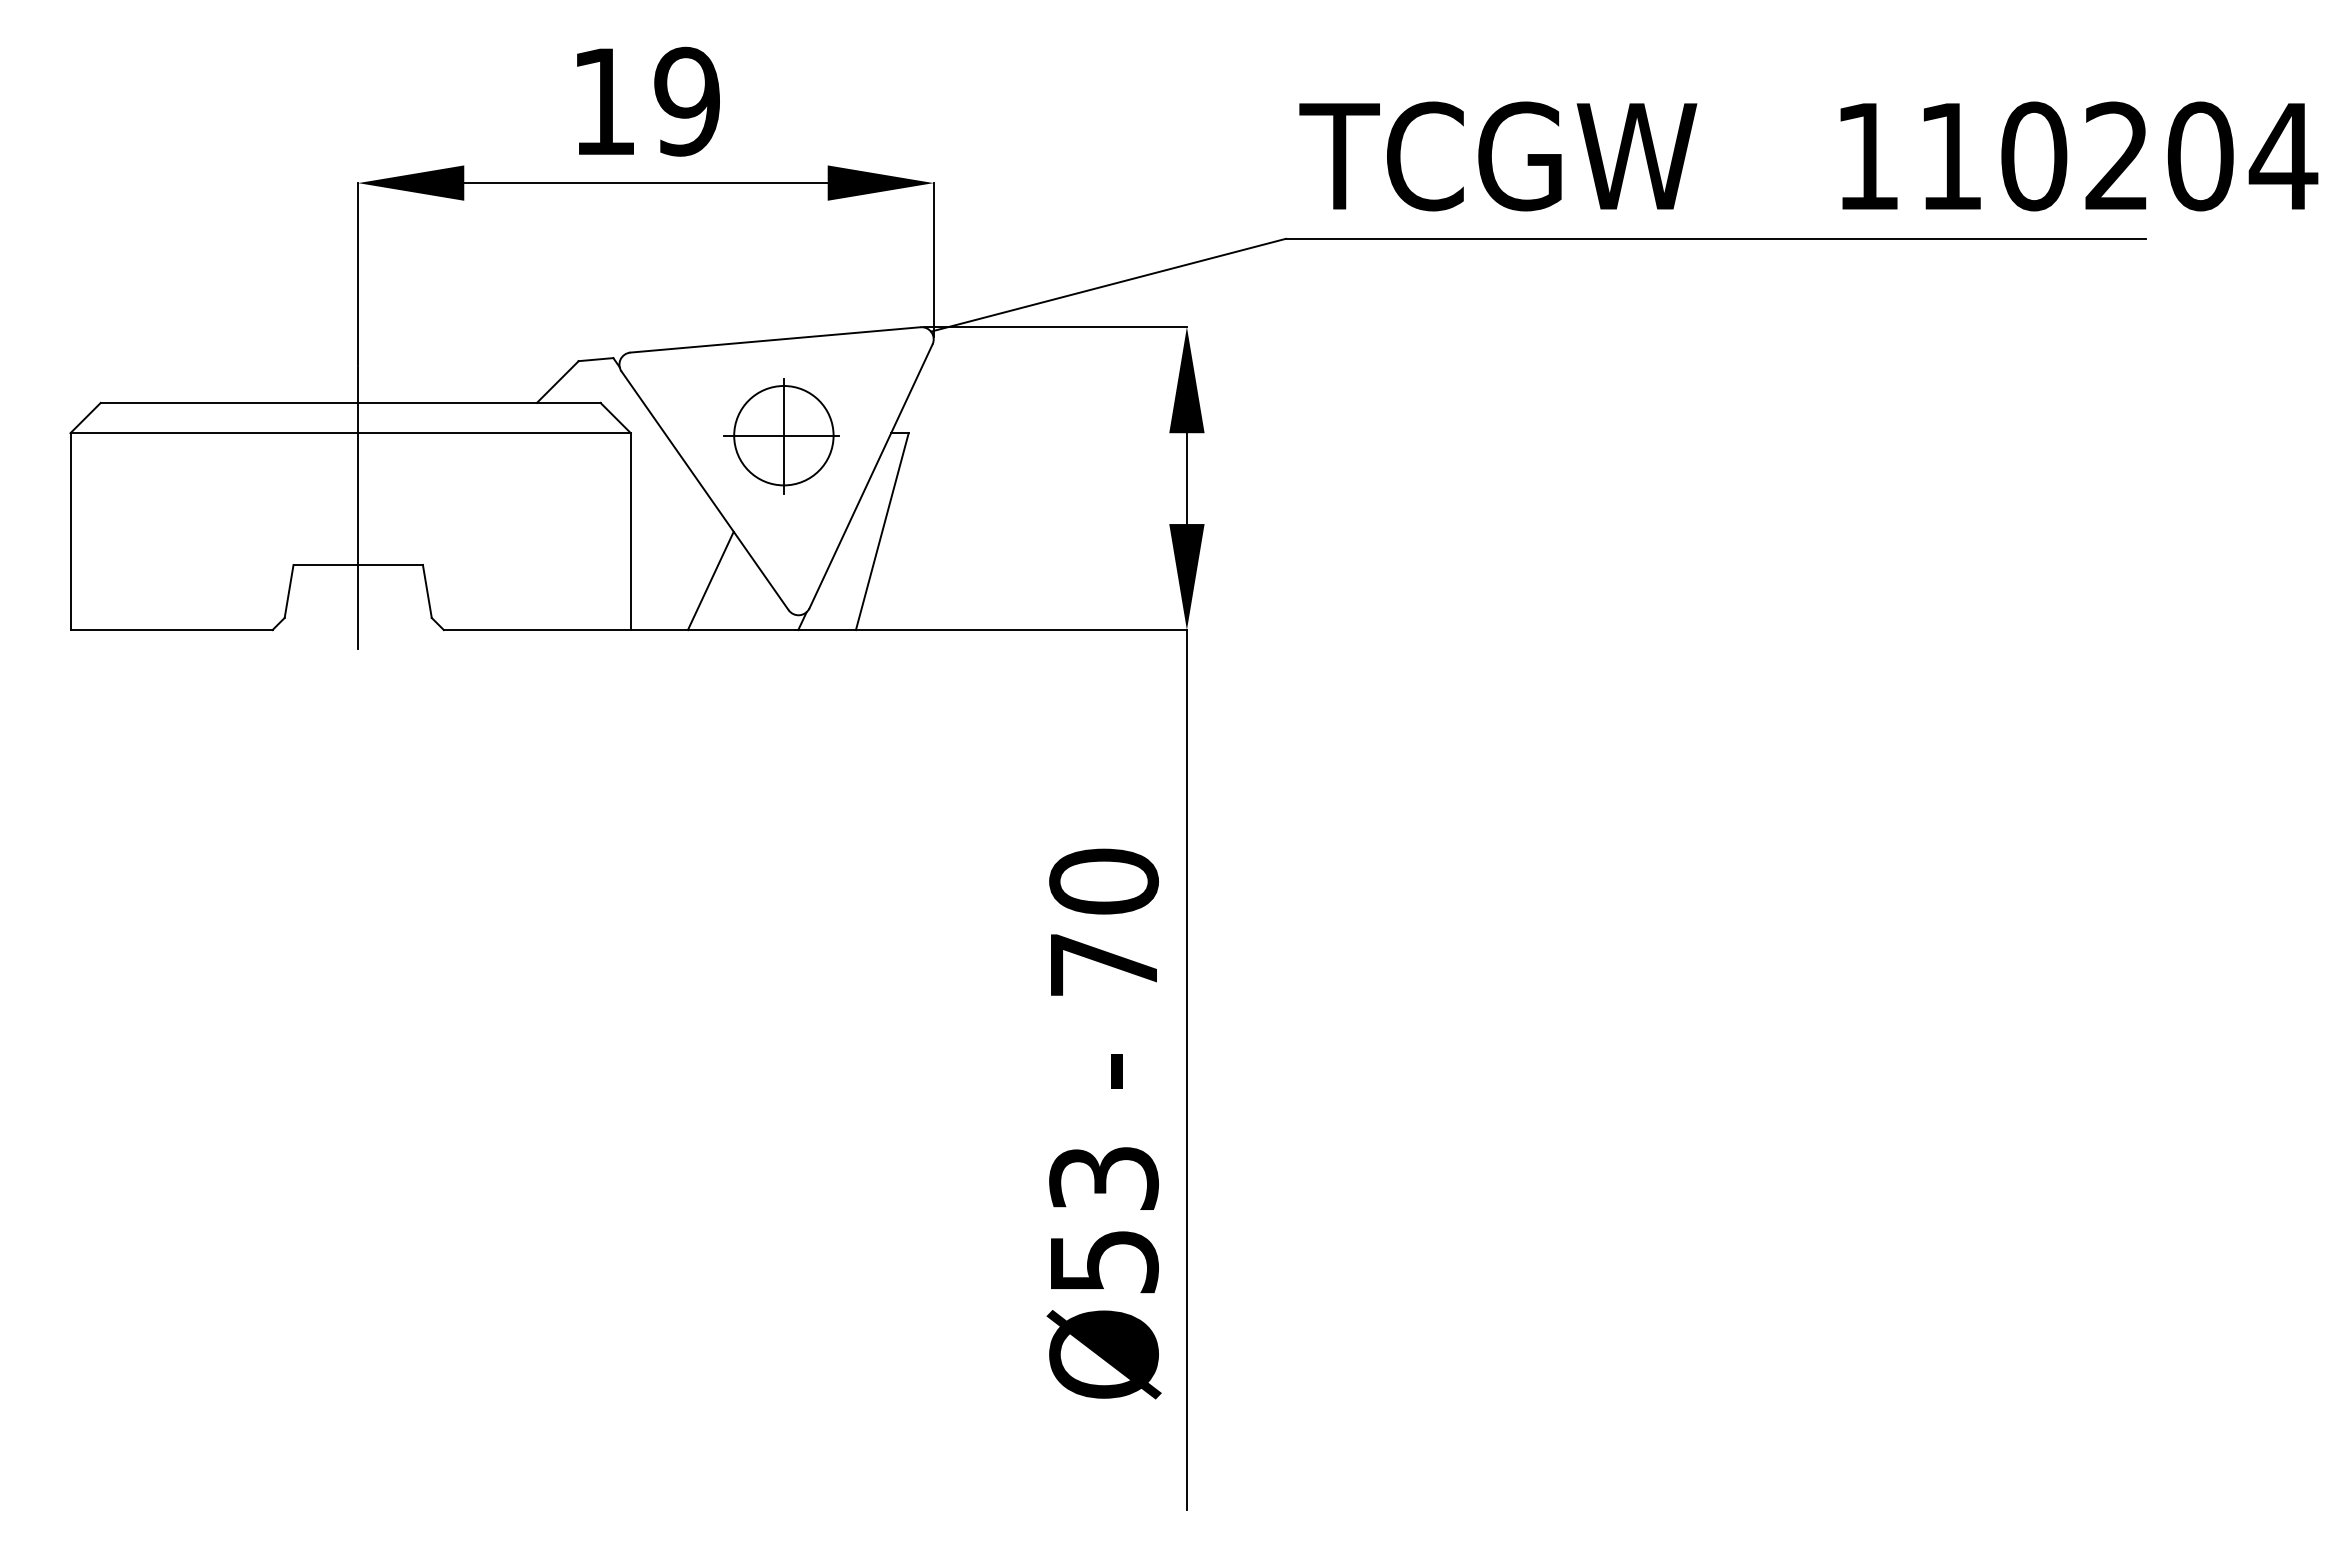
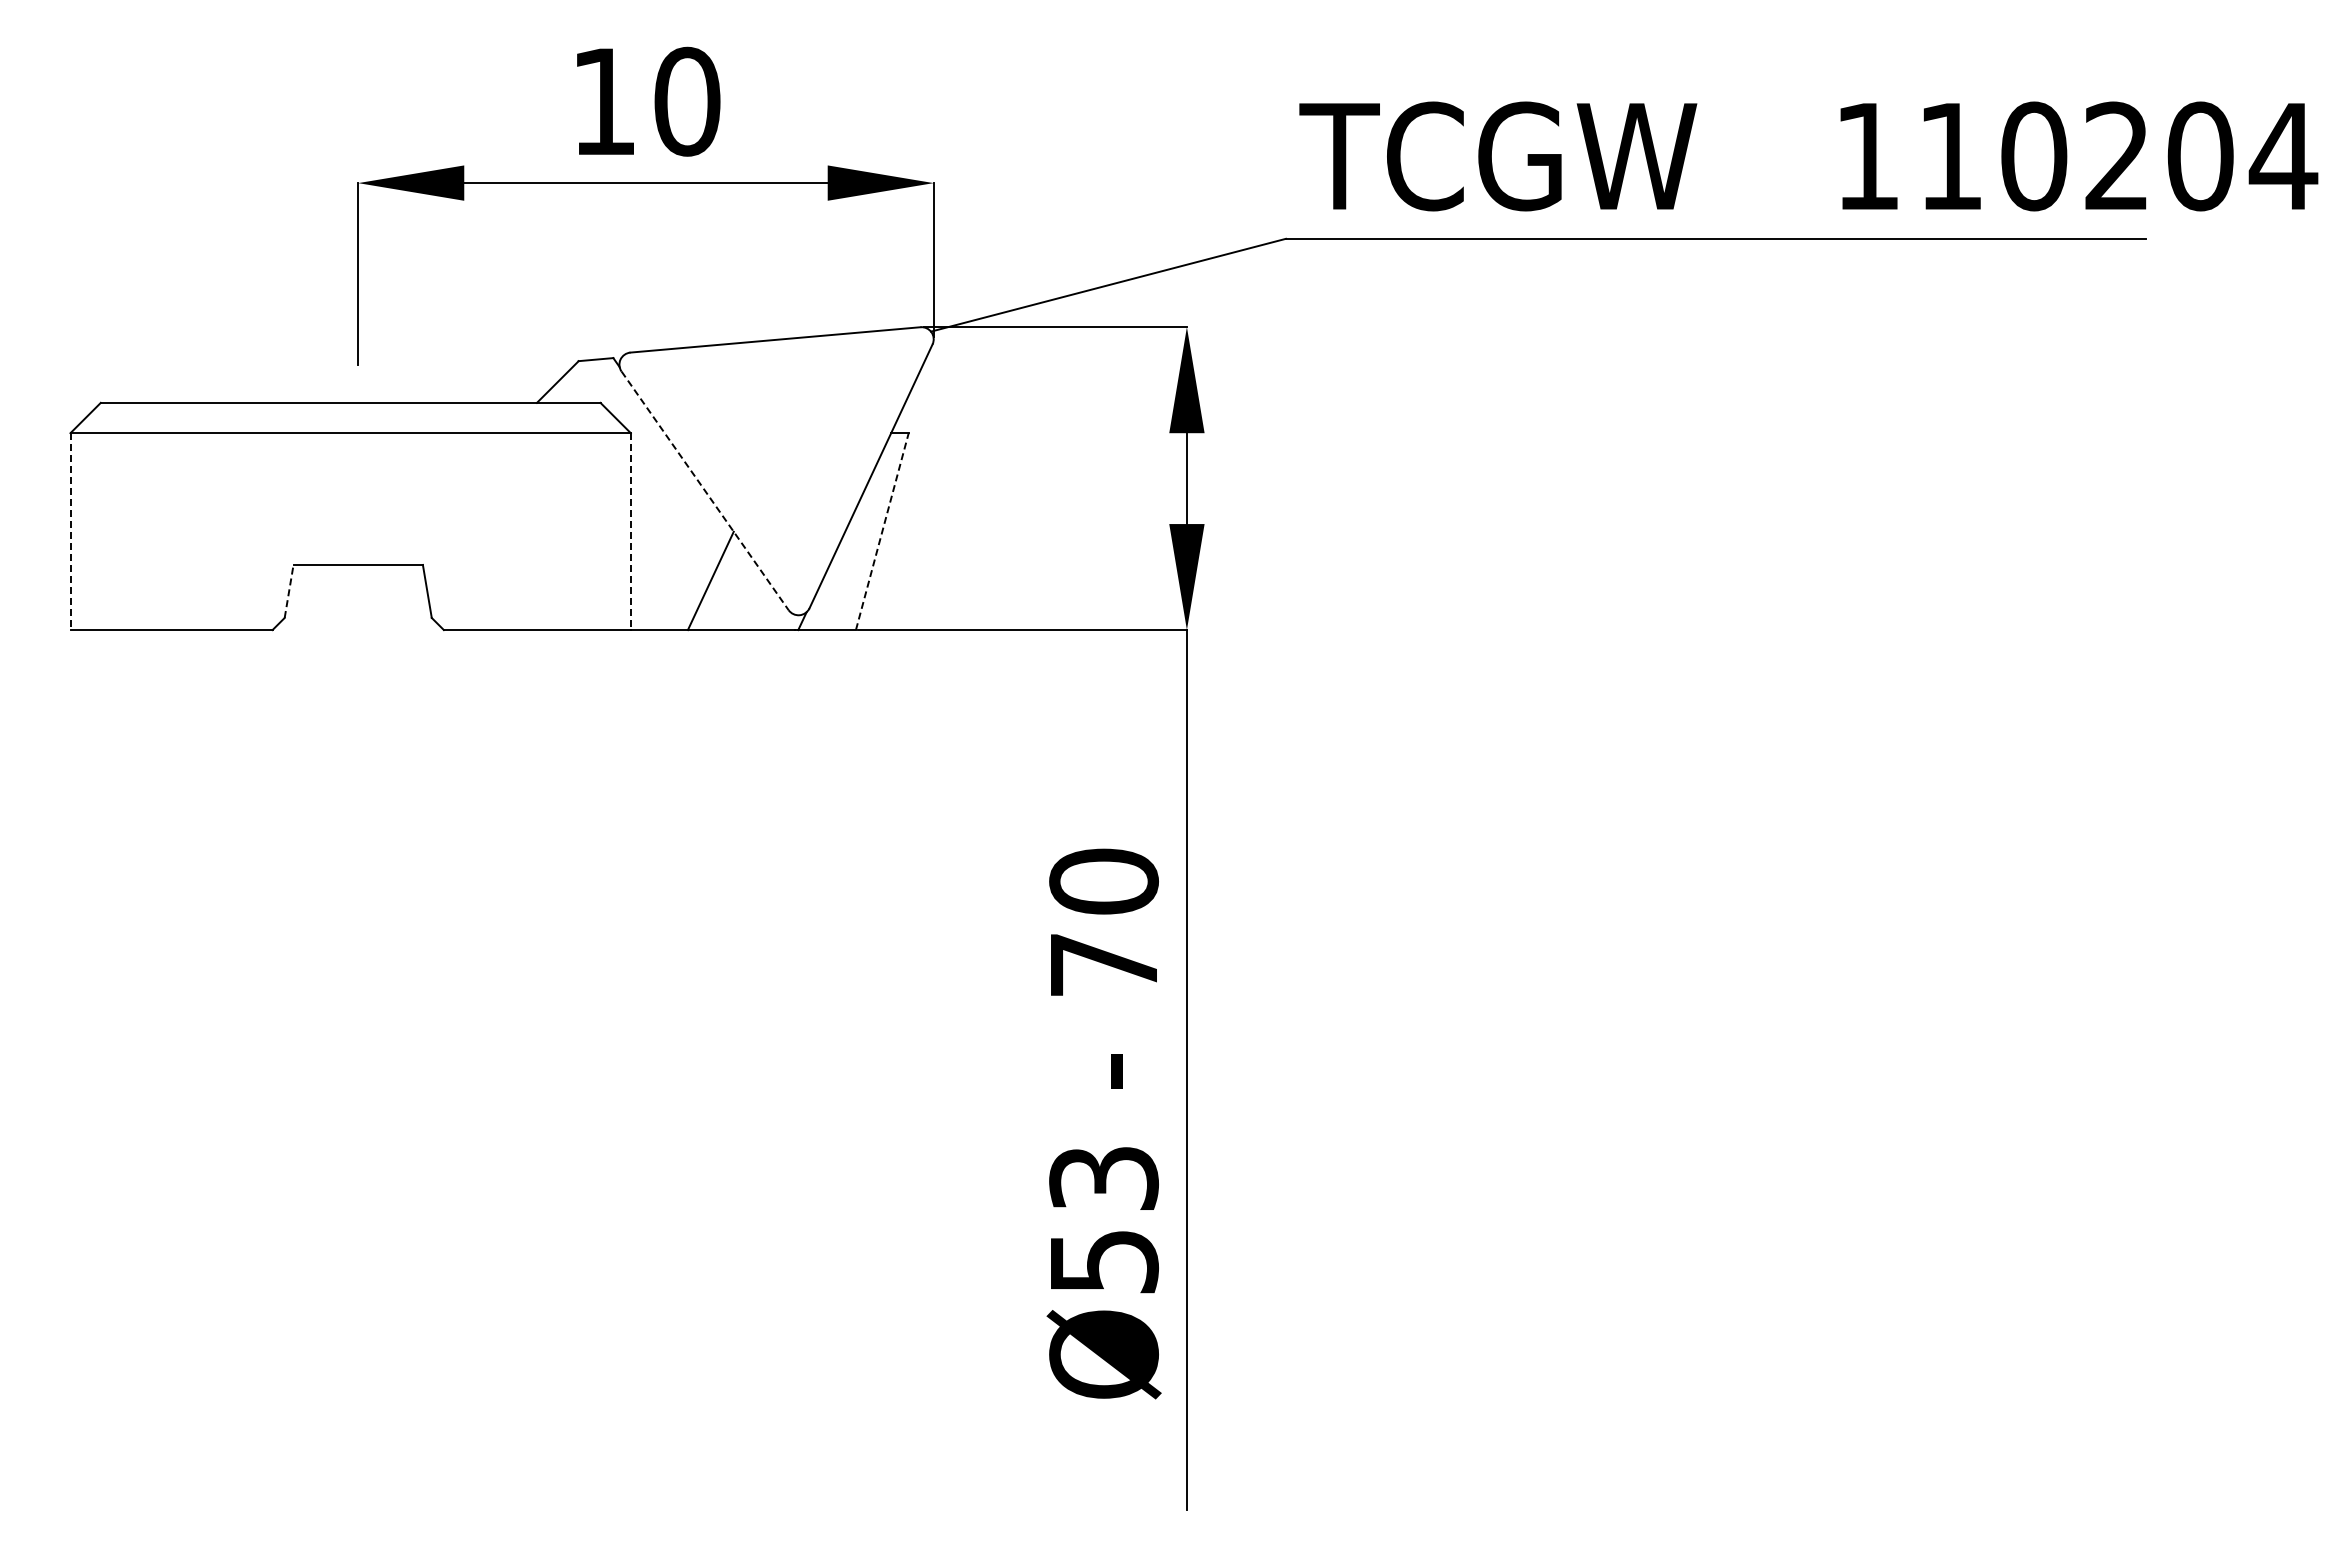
text at (687, 101): 19 -> 10
part at (781, 436): present -> none
line at (705, 490): solid -> dashed
line at (358, 508): present -> none
line at (882, 531): solid -> dashed
line at (70, 532): solid -> dashed
line at (630, 532): solid -> dashed
line at (289, 591): solid -> dashed
